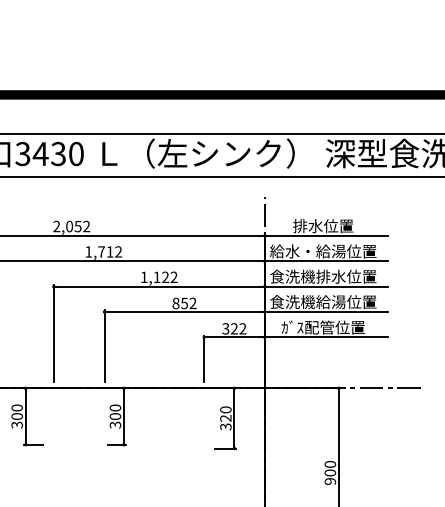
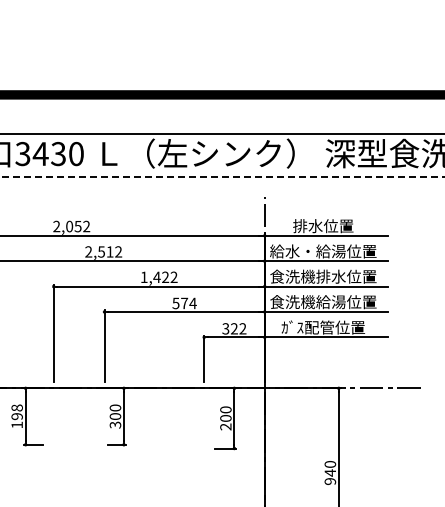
line at (222, 177): solid -> dashed
text at (95, 251): 1,712 -> 2,512
text at (156, 276): 1,122 -> 1,422
text at (184, 303): 852 -> 574
text at (16, 416): 300 -> 198
text at (225, 422): 320 -> 200
text at (330, 472): 900 -> 940
